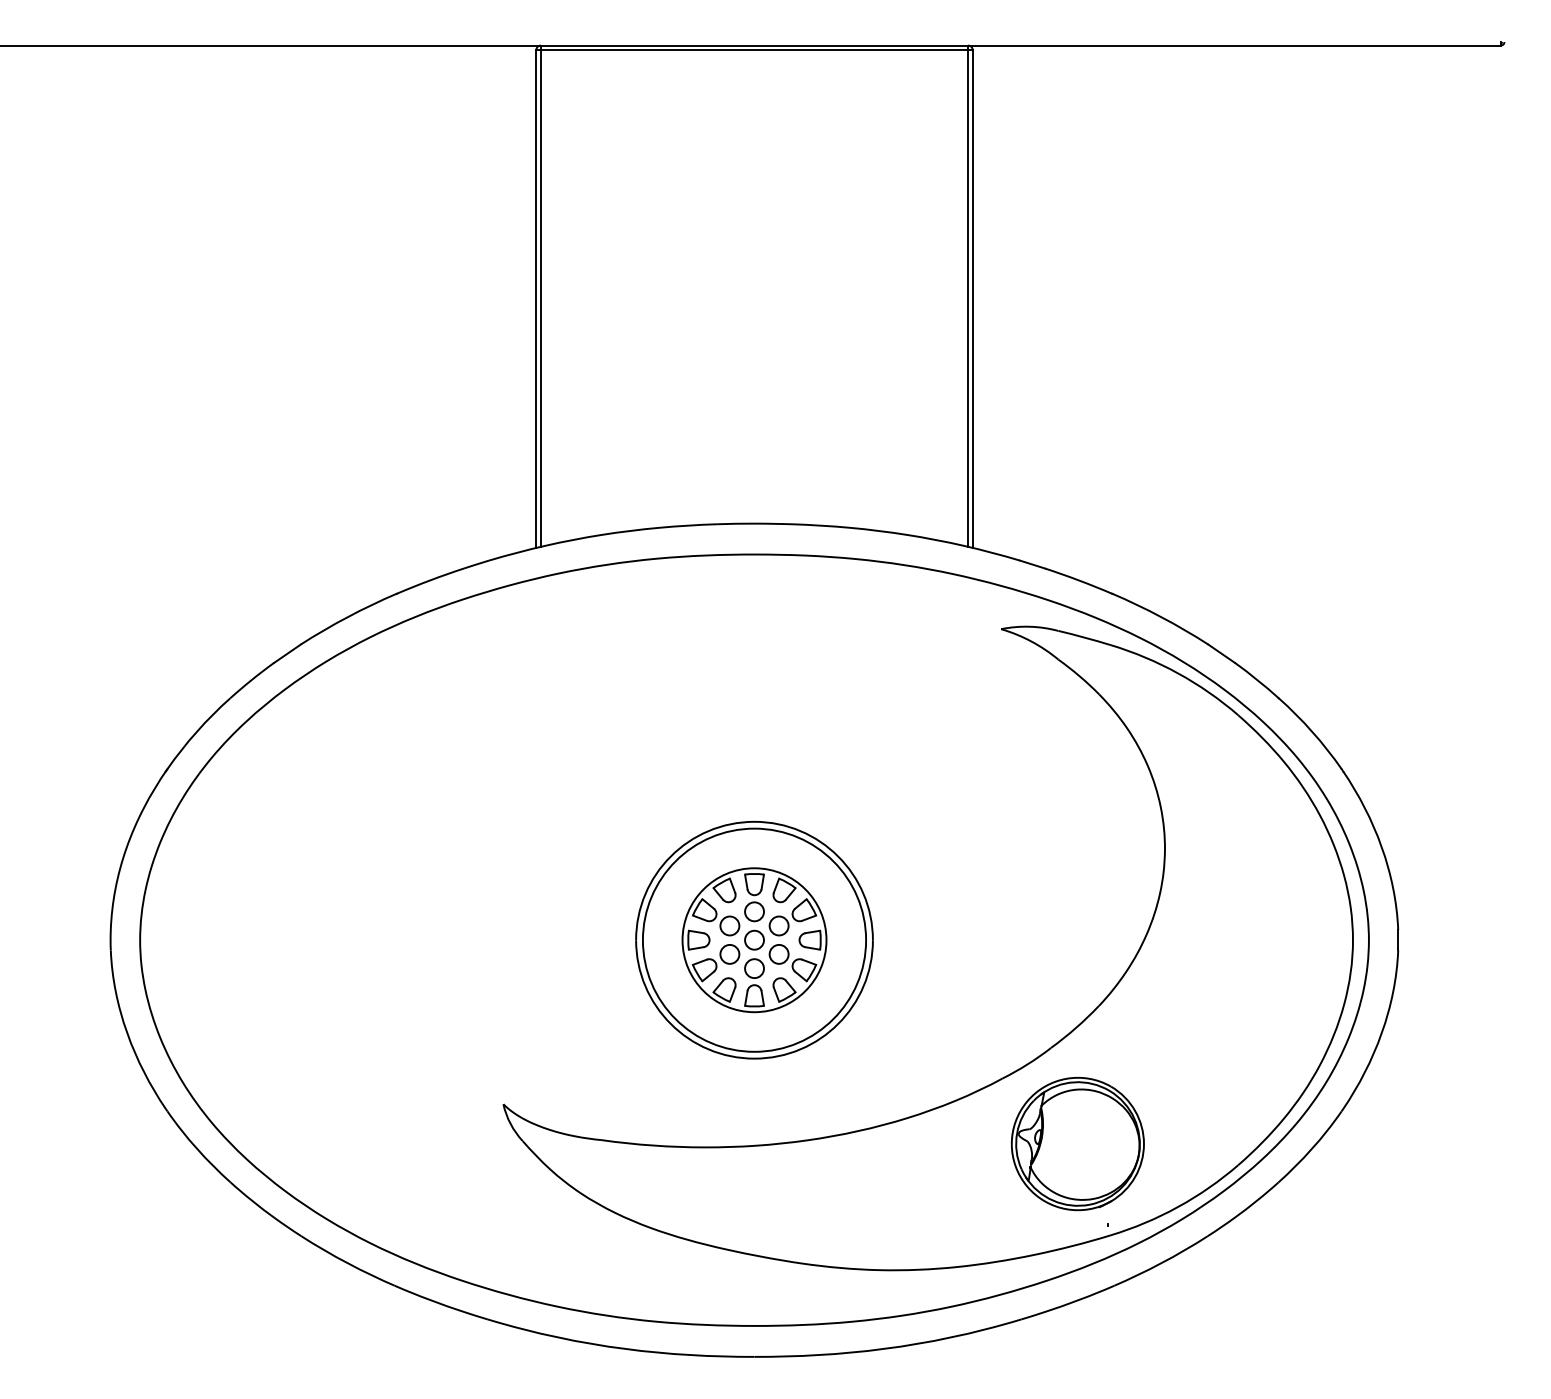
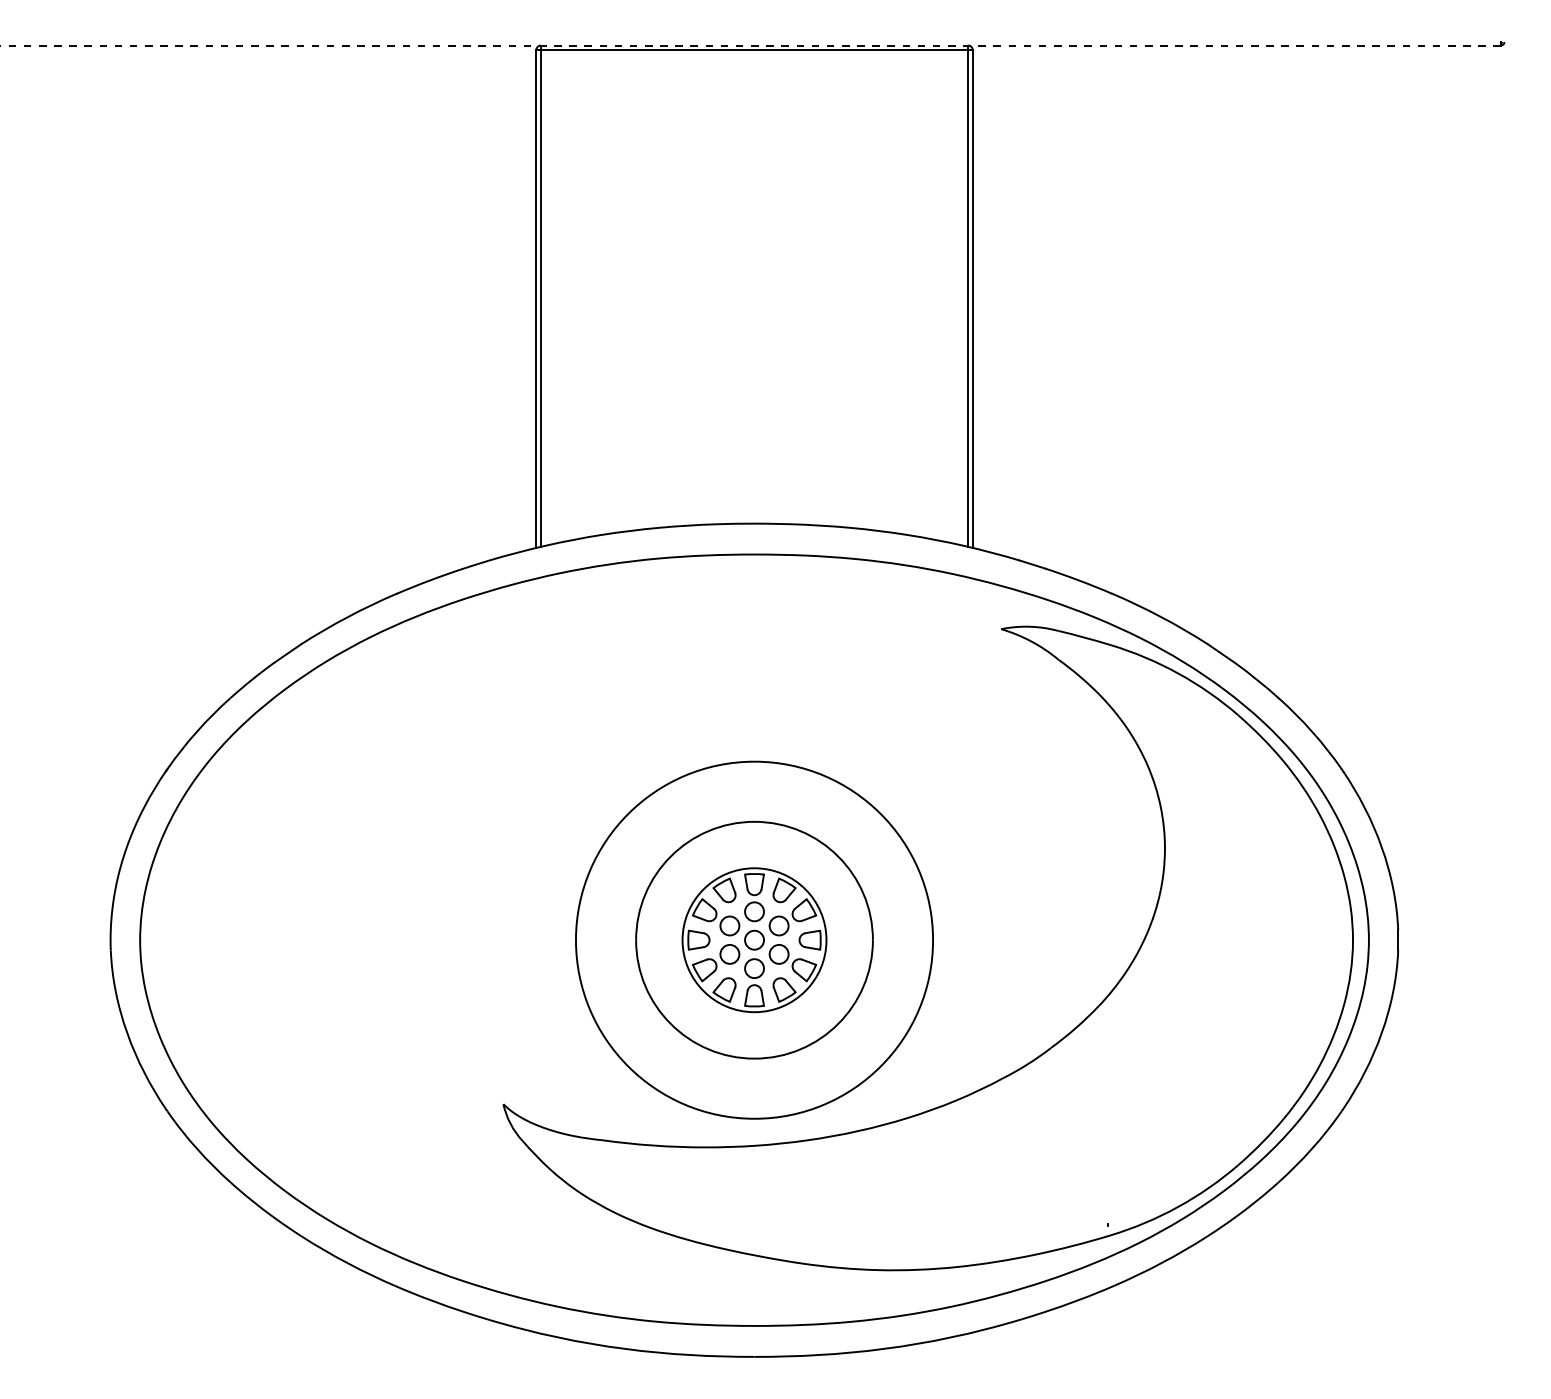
line at (750, 45): solid -> dashed
circle at (754, 939) diameter: 223 px -> 357 px
part at (1077, 1144): present -> none
